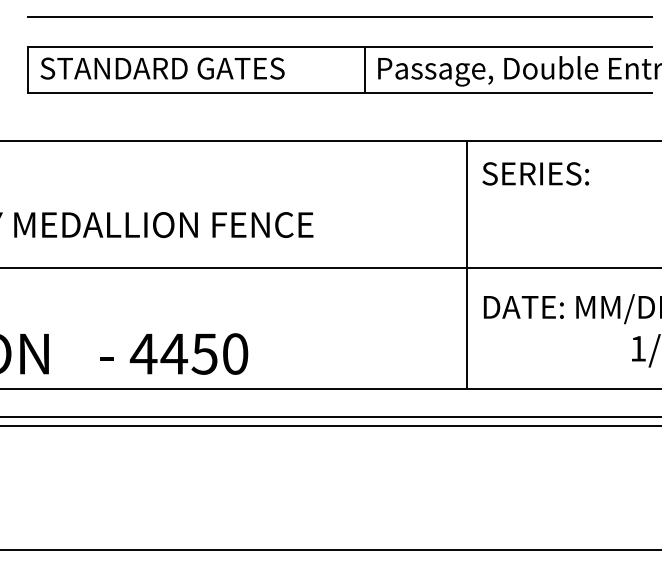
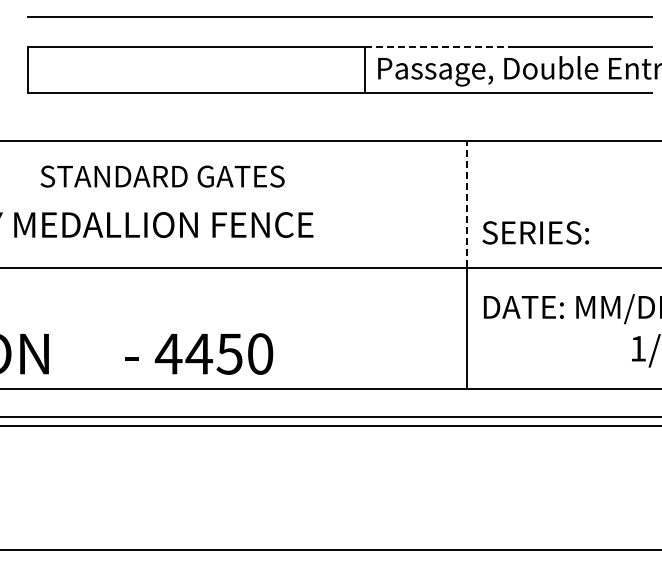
line at (437, 46): solid -> dashed
text at (162, 68) position: (162, 68) -> (162, 176)
text at (535, 173) position: (535, 173) -> (535, 232)
line at (466, 204): solid -> dashed
text at (174, 353) position: (174, 353) -> (199, 353)
